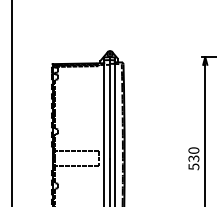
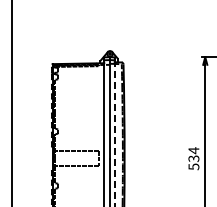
line at (114, 133): solid -> dashed
text at (193, 150): 530 -> 534
